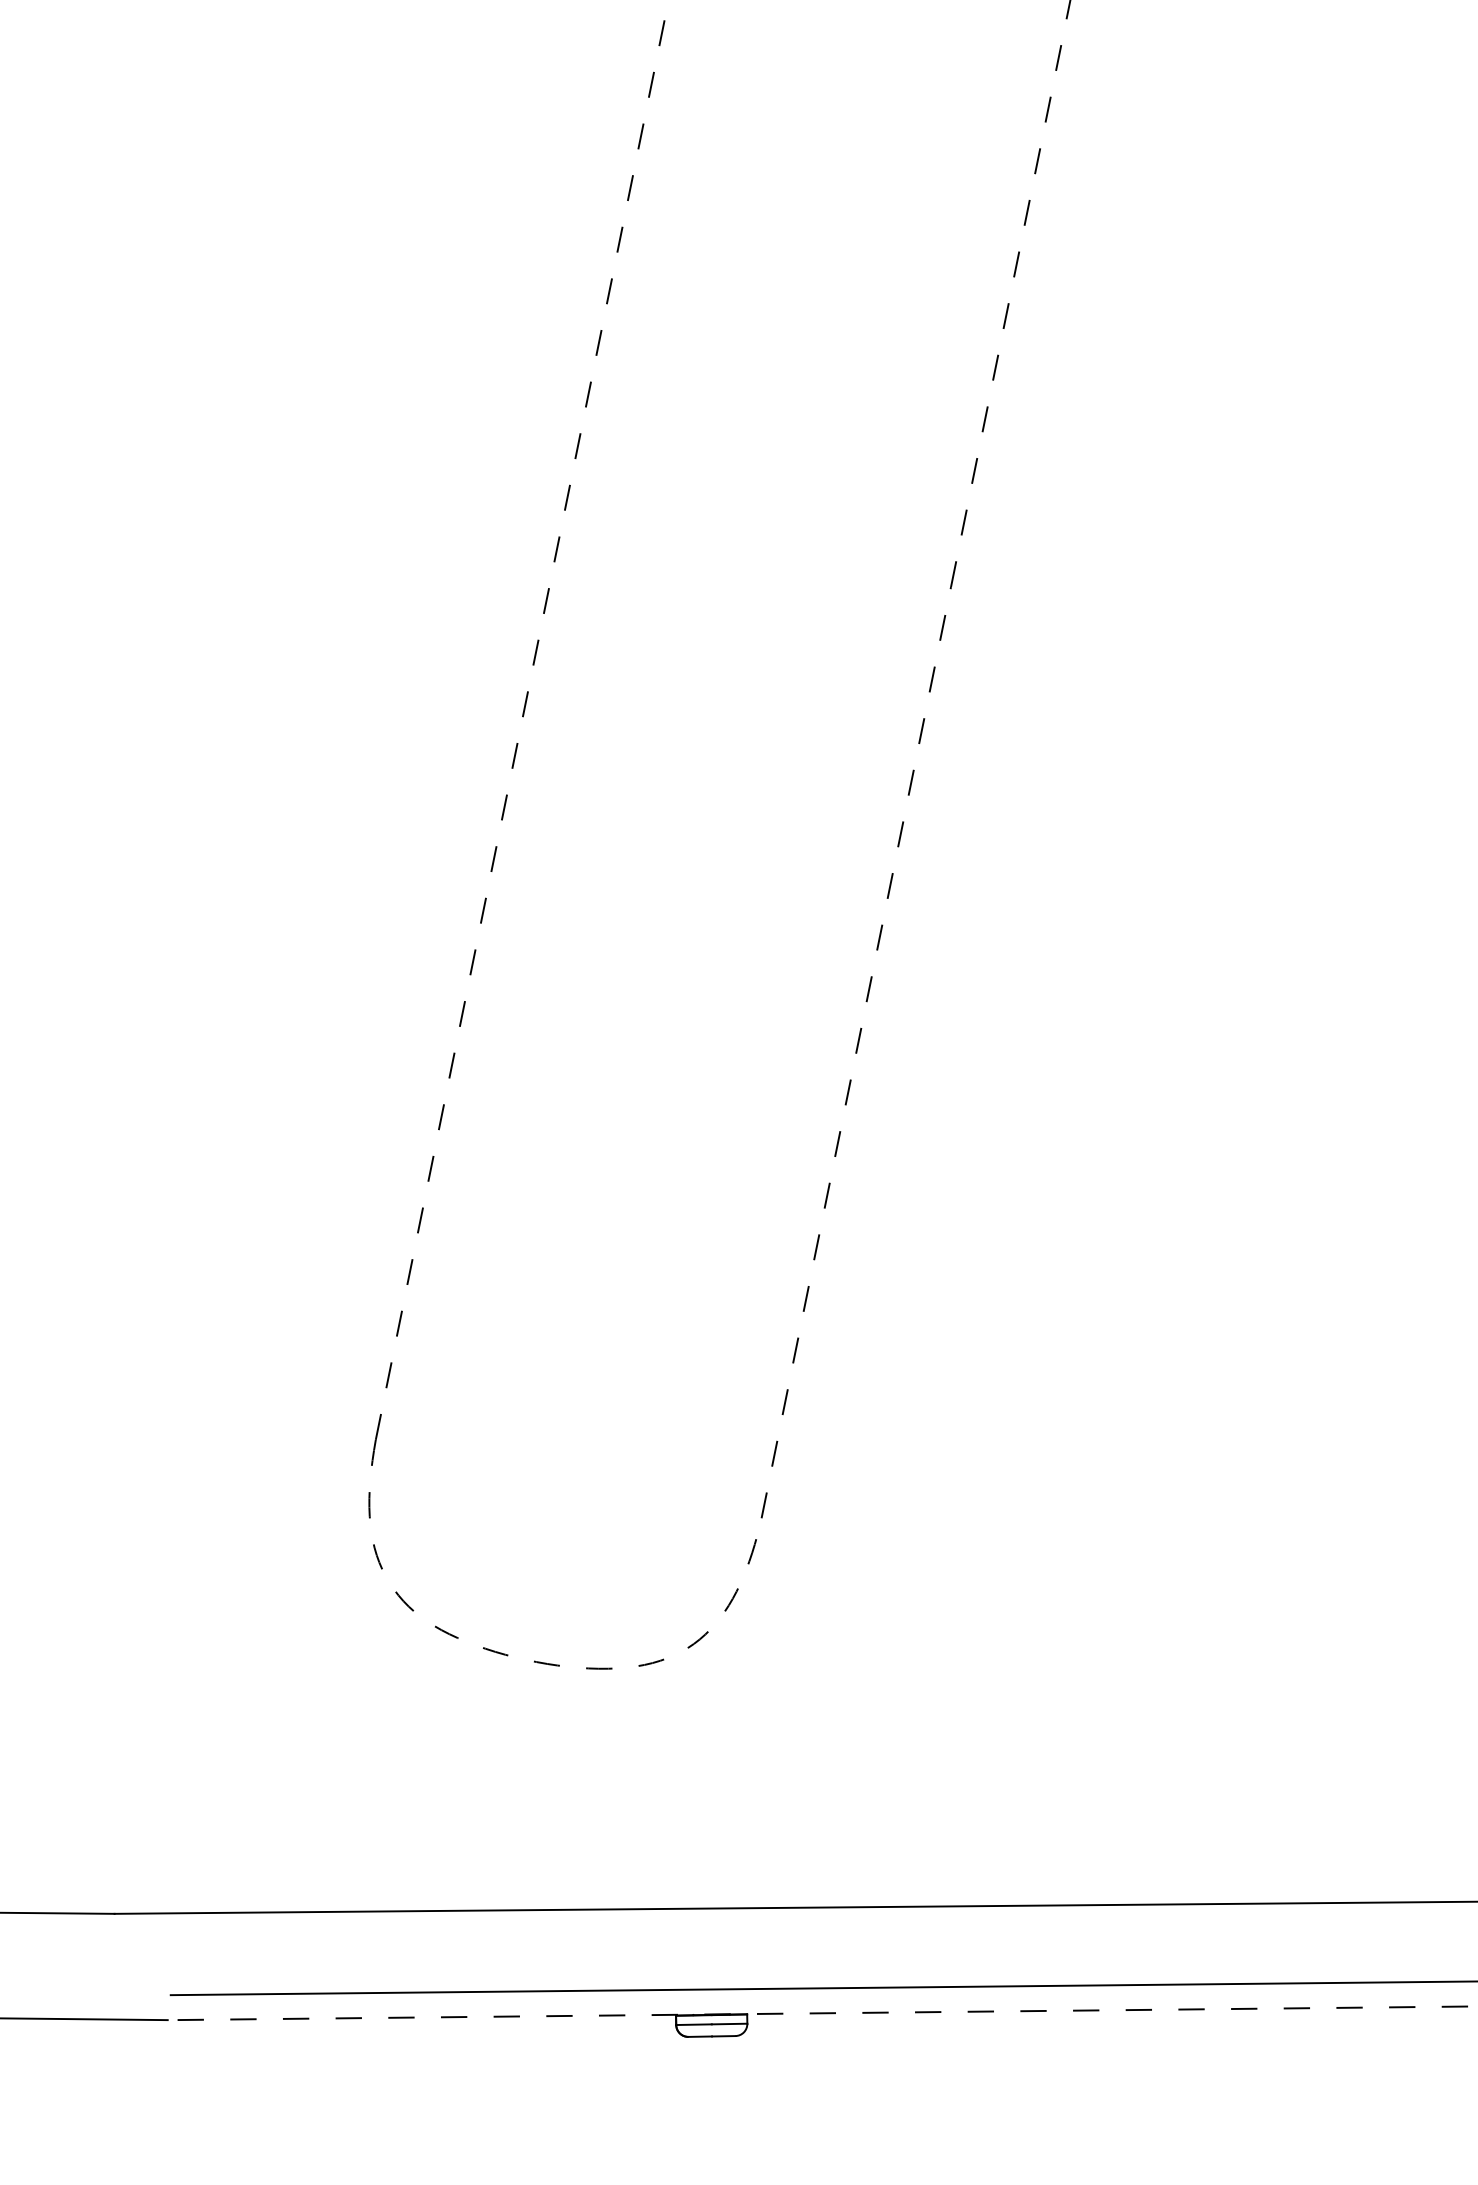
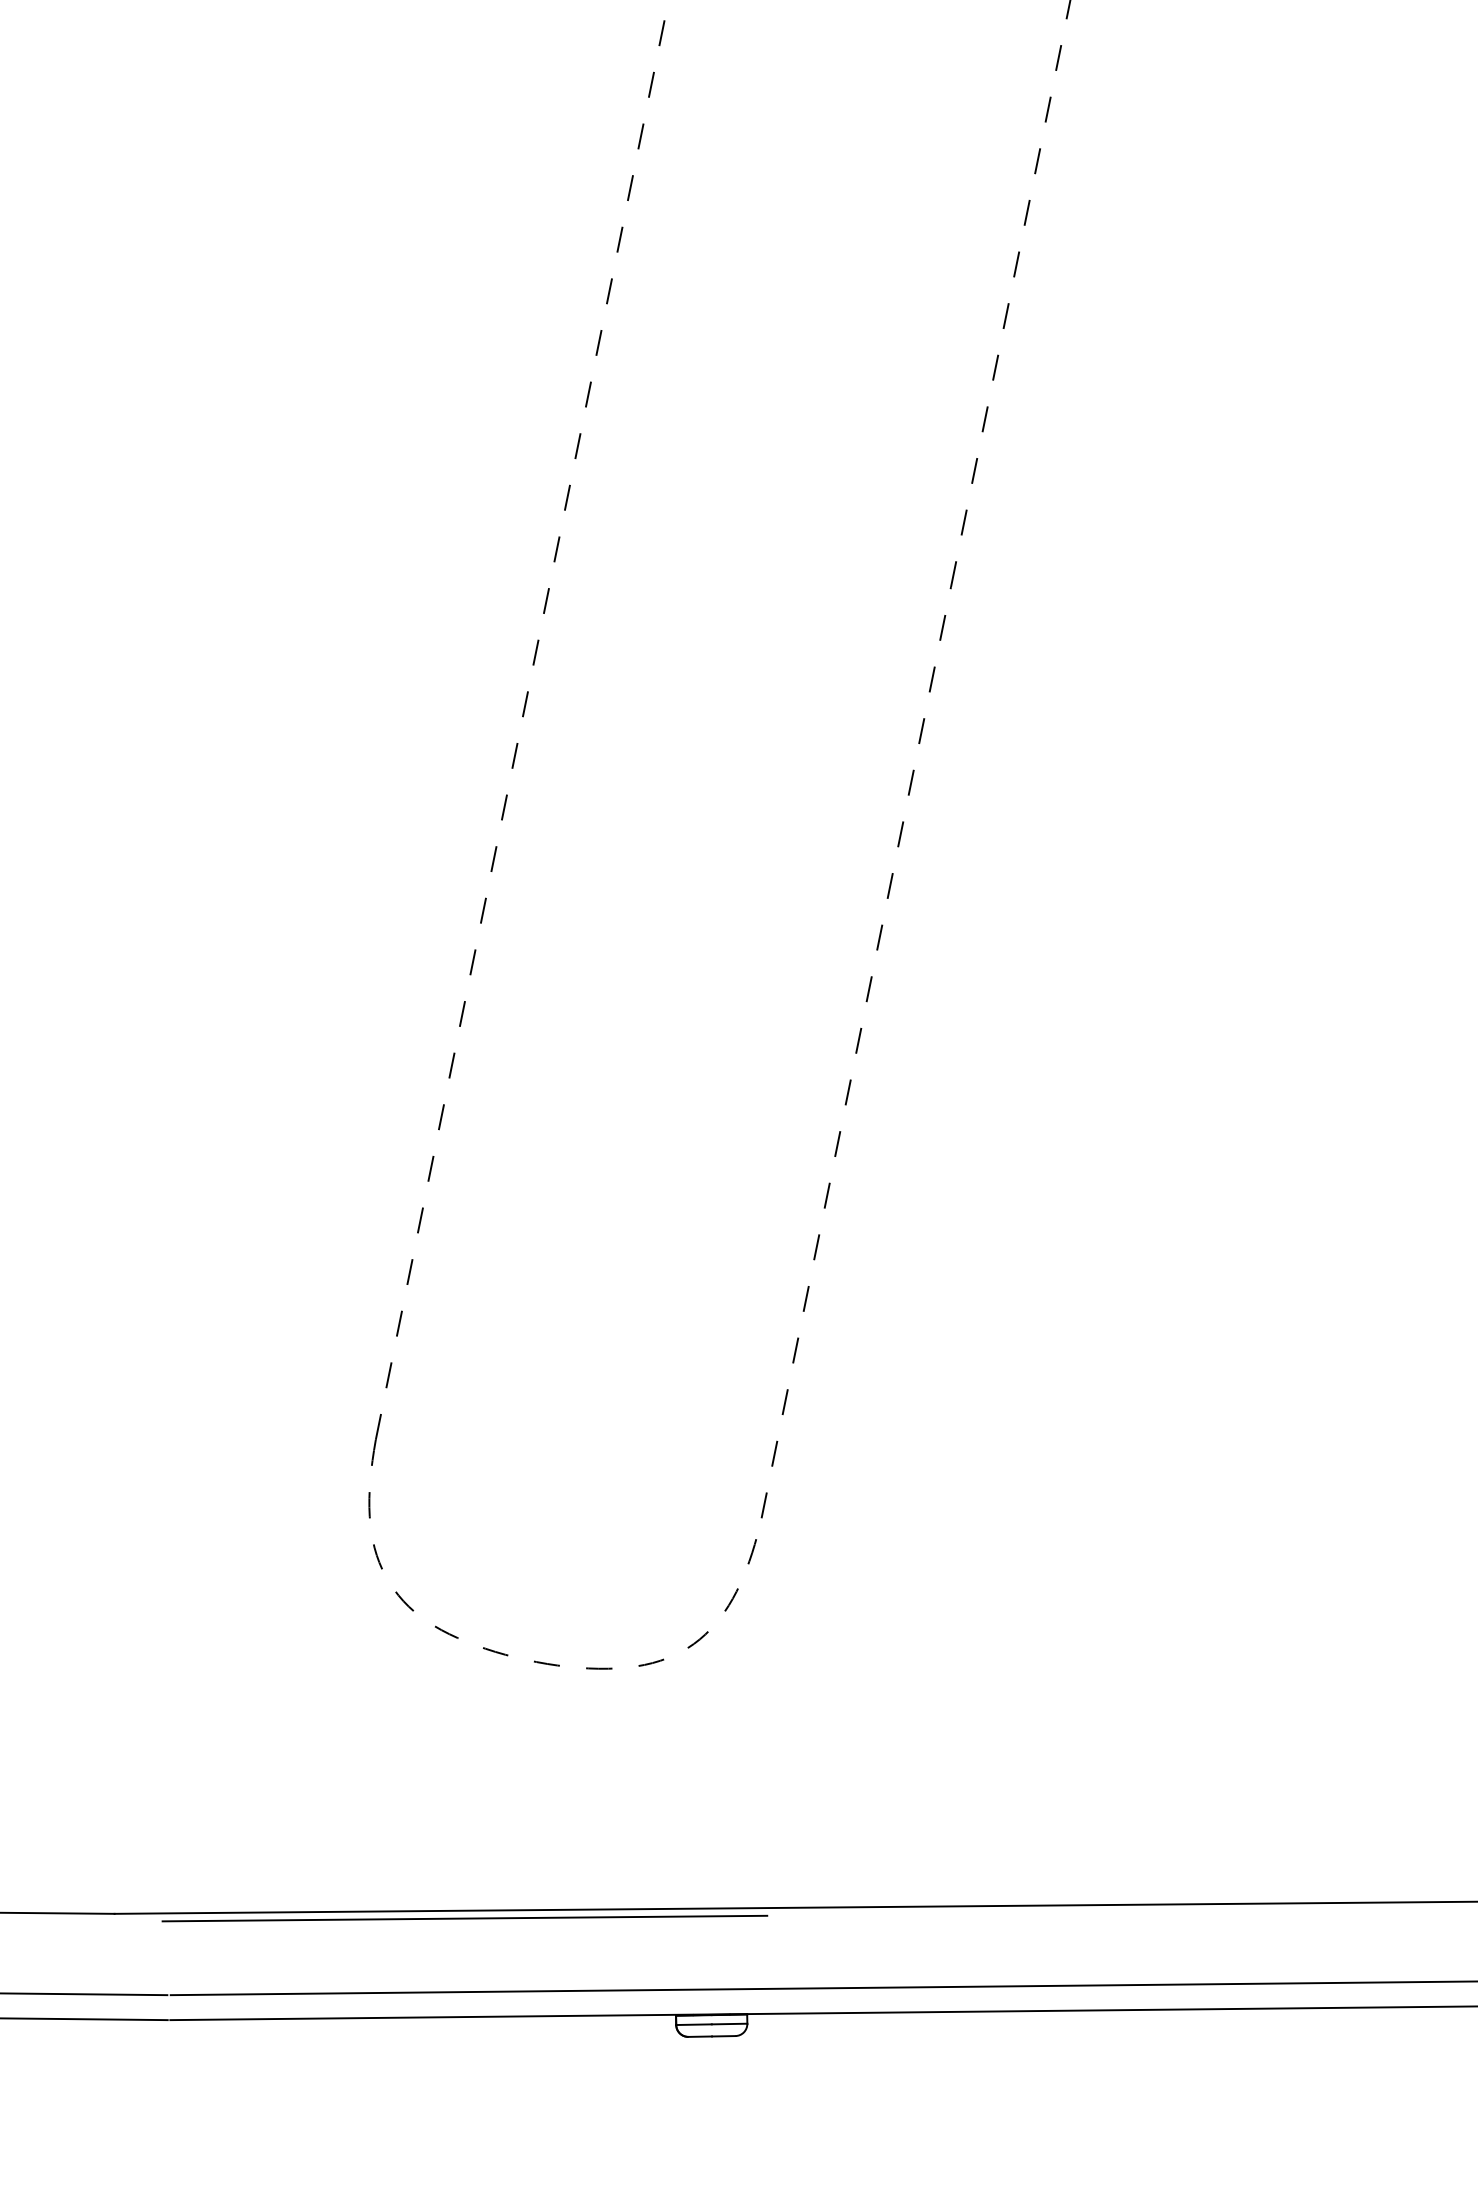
line at (464, 1918): none -> present
line at (84, 1994): none -> present
line at (824, 2013): dashed -> solid
